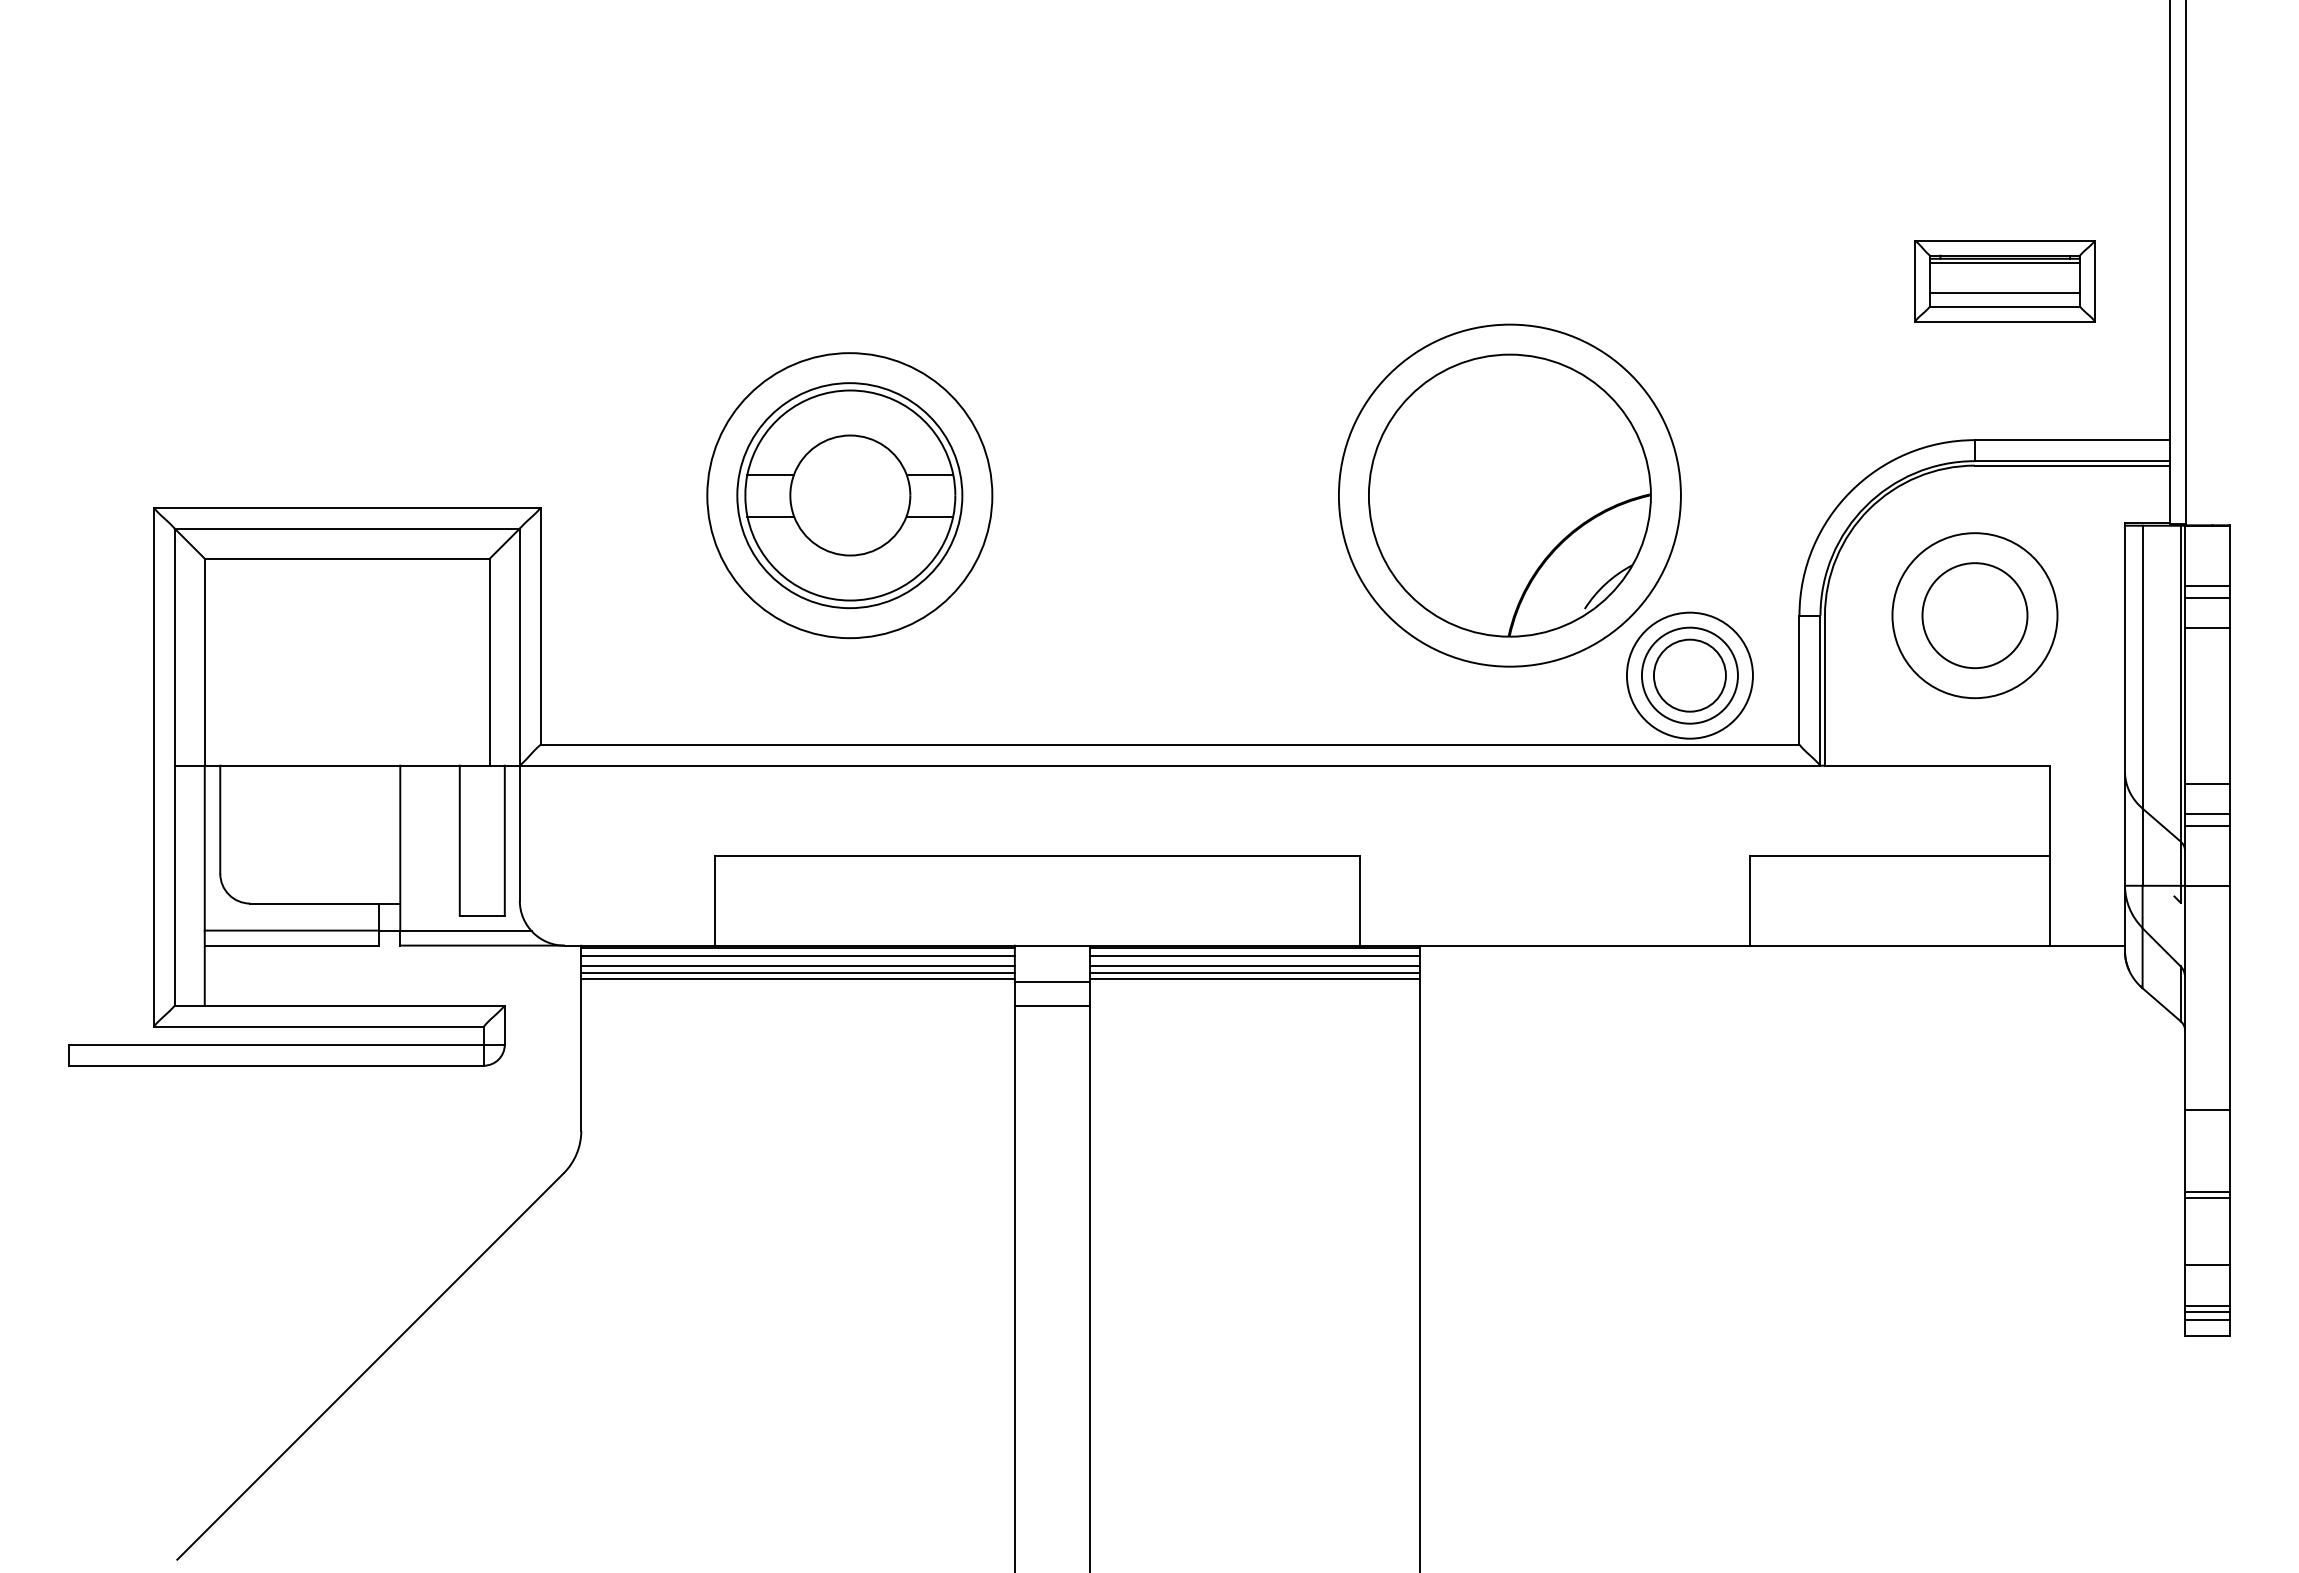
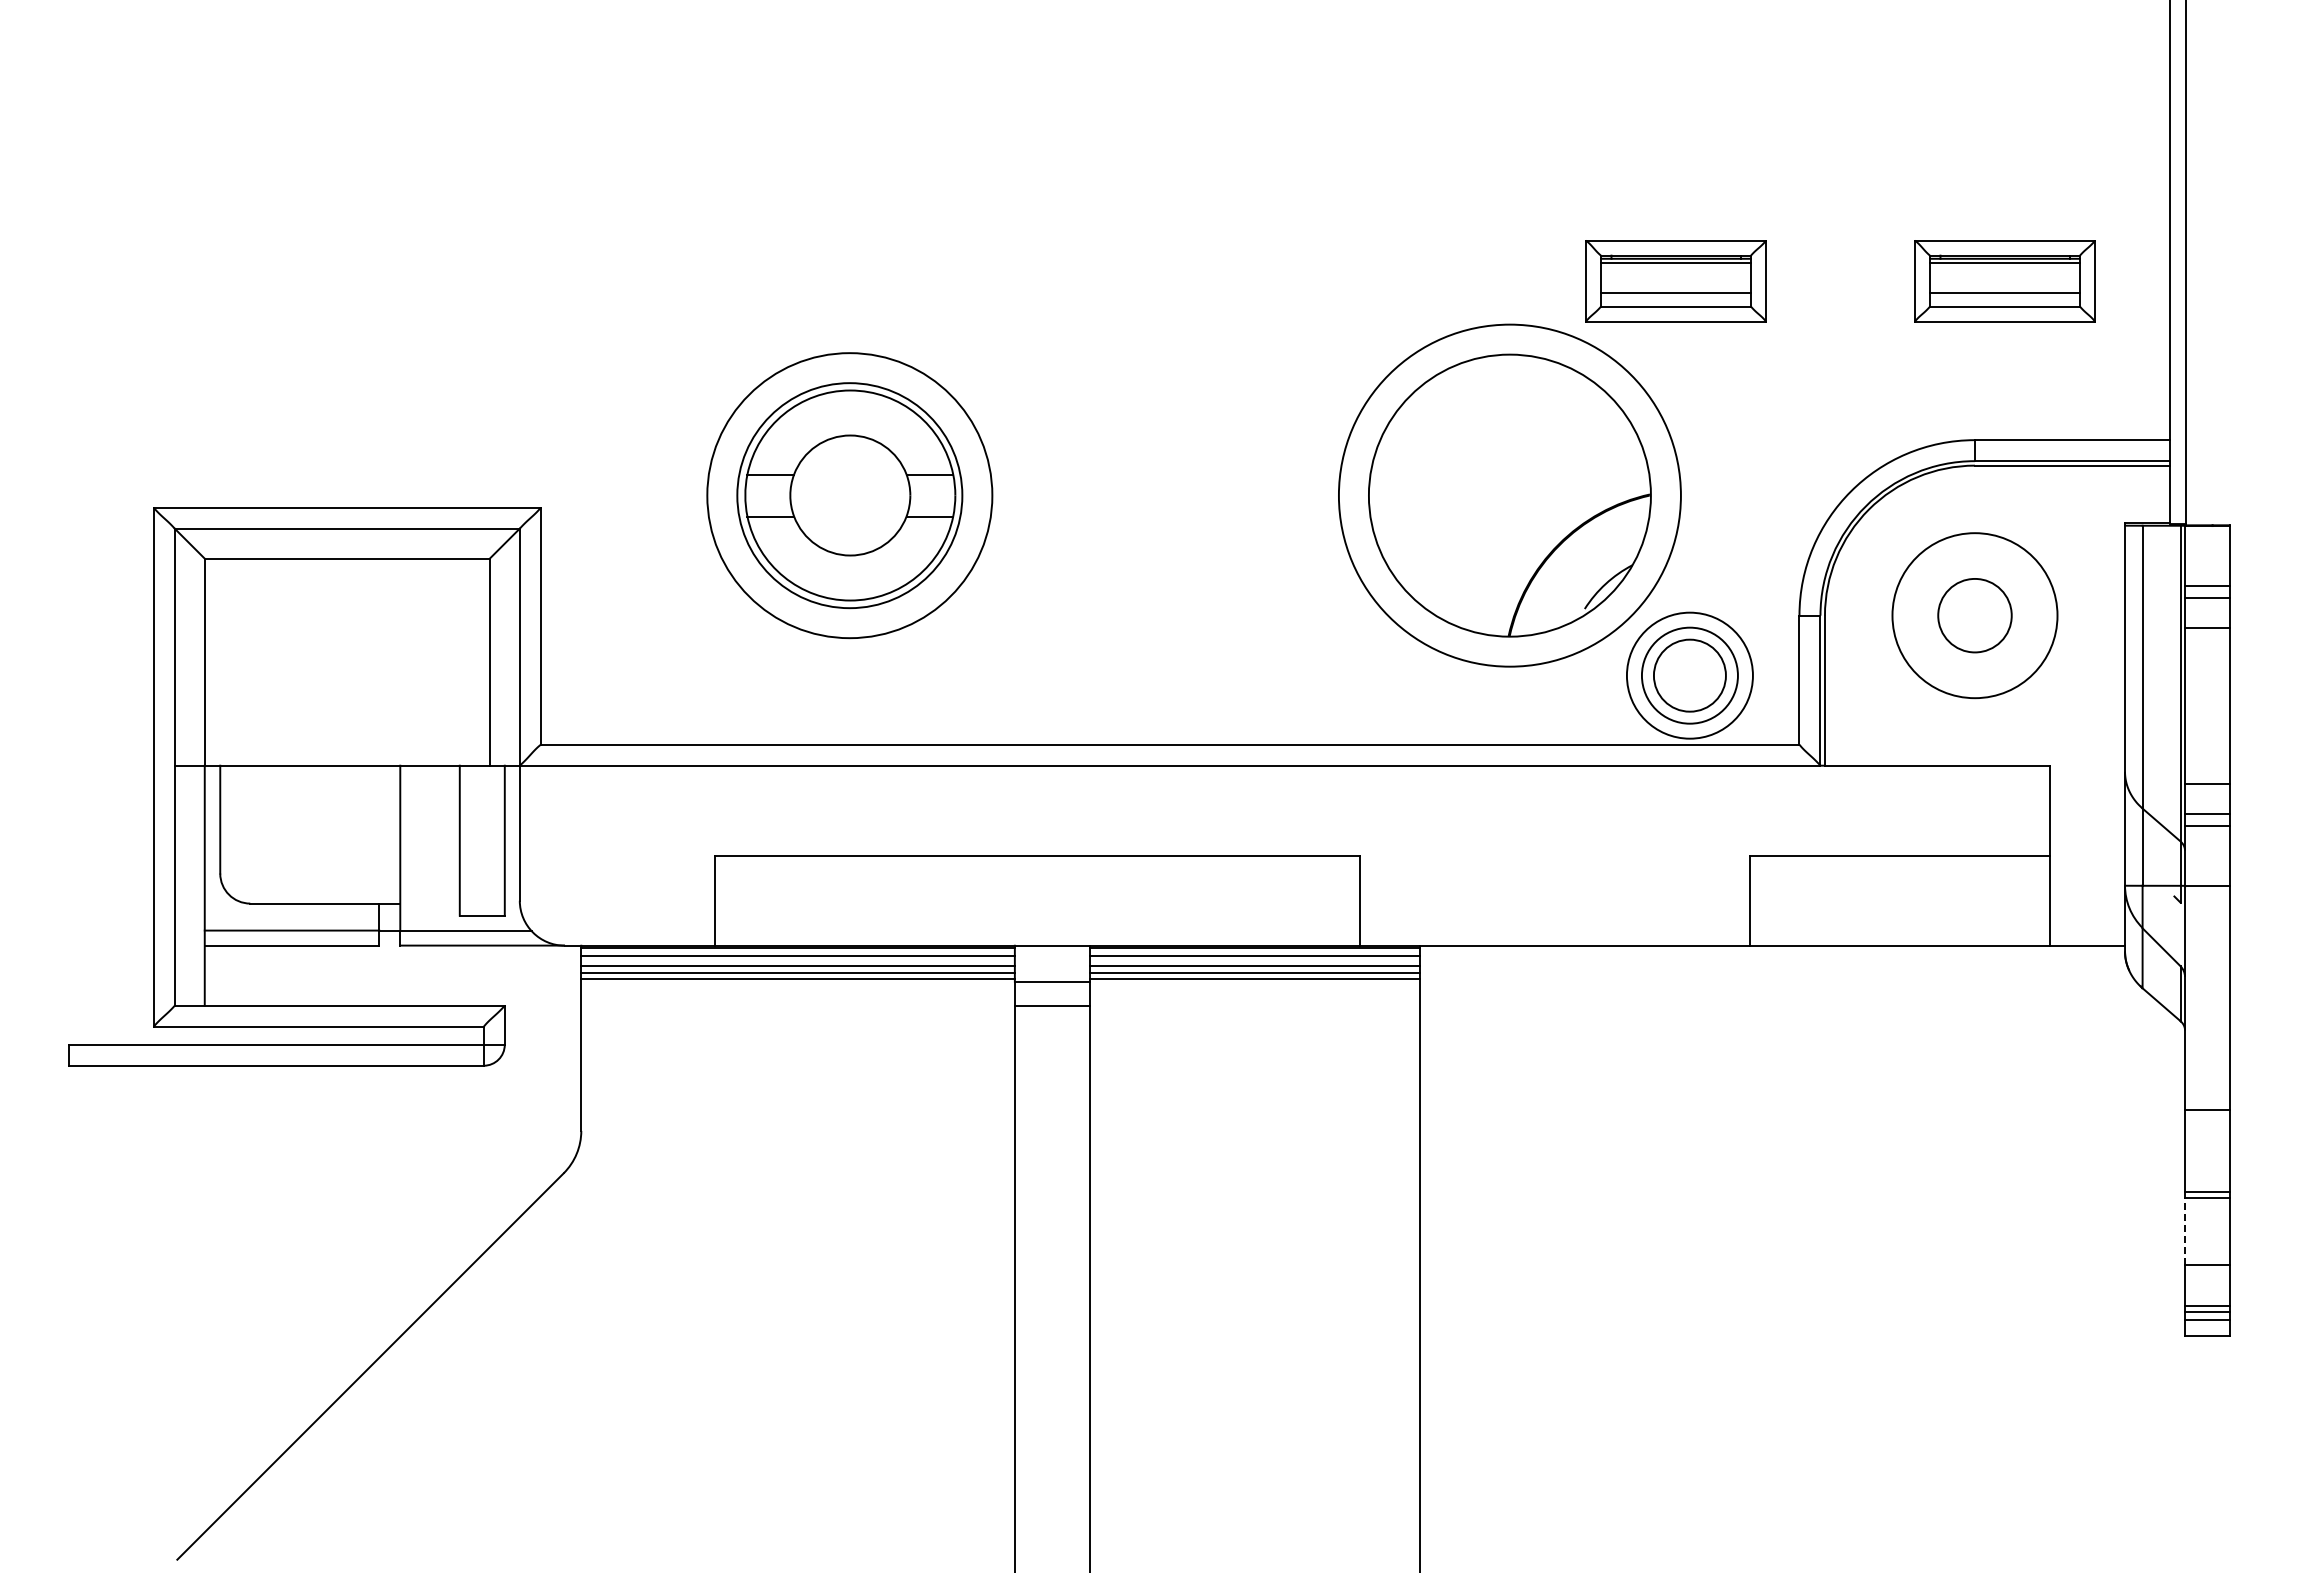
part at (1675, 281): none -> present
circle at (1974, 615) diameter: 105 px -> 74 px
line at (2185, 1230): solid -> dashed
